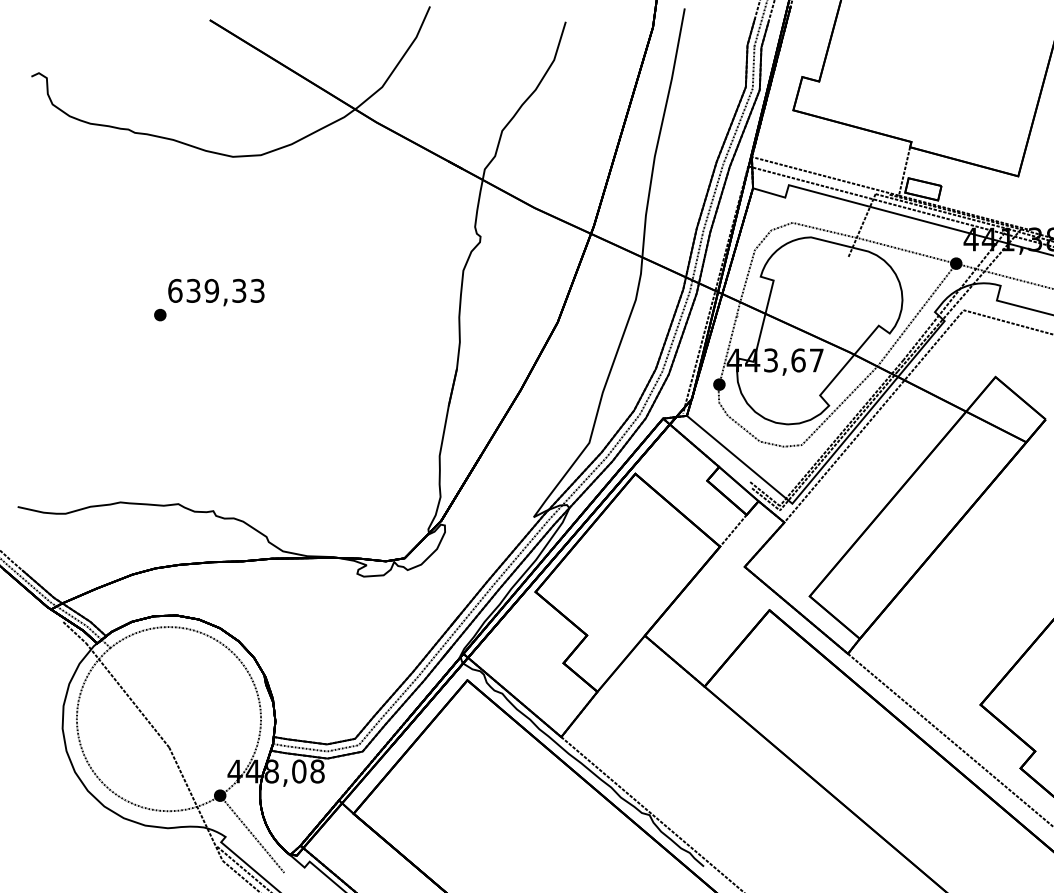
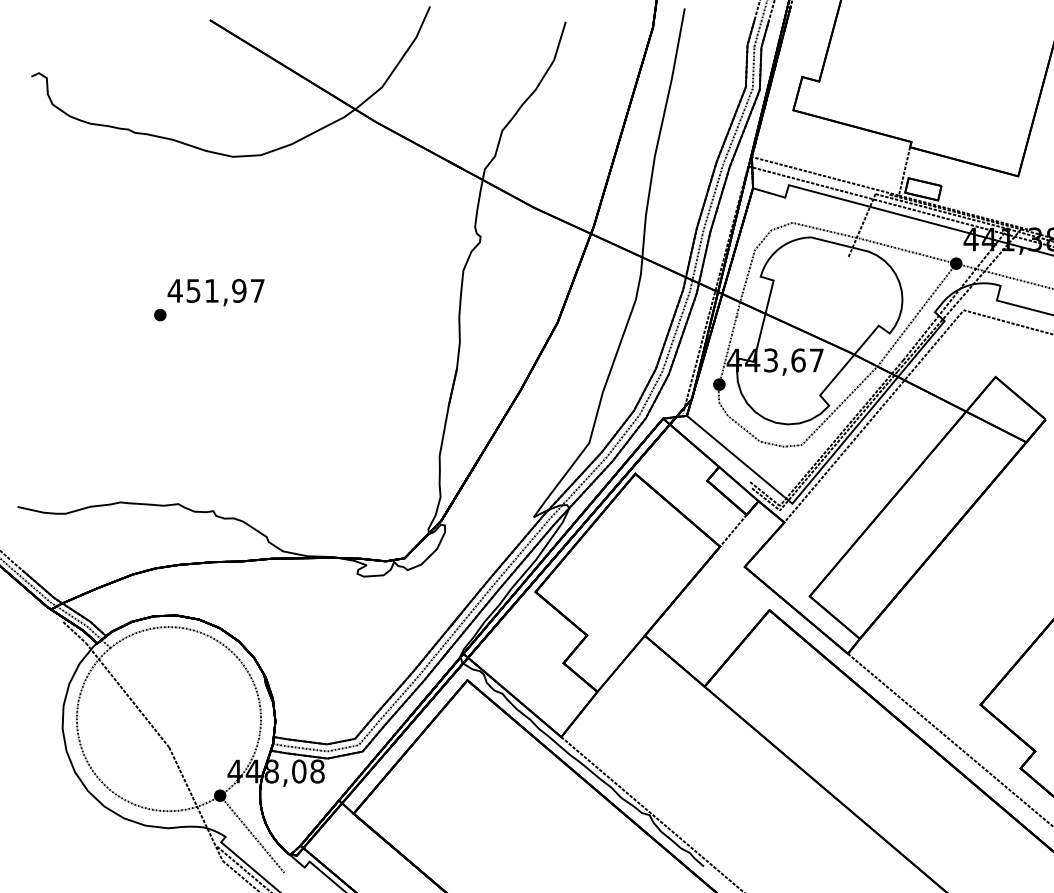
text at (215, 290): 639,33 -> 451,97
